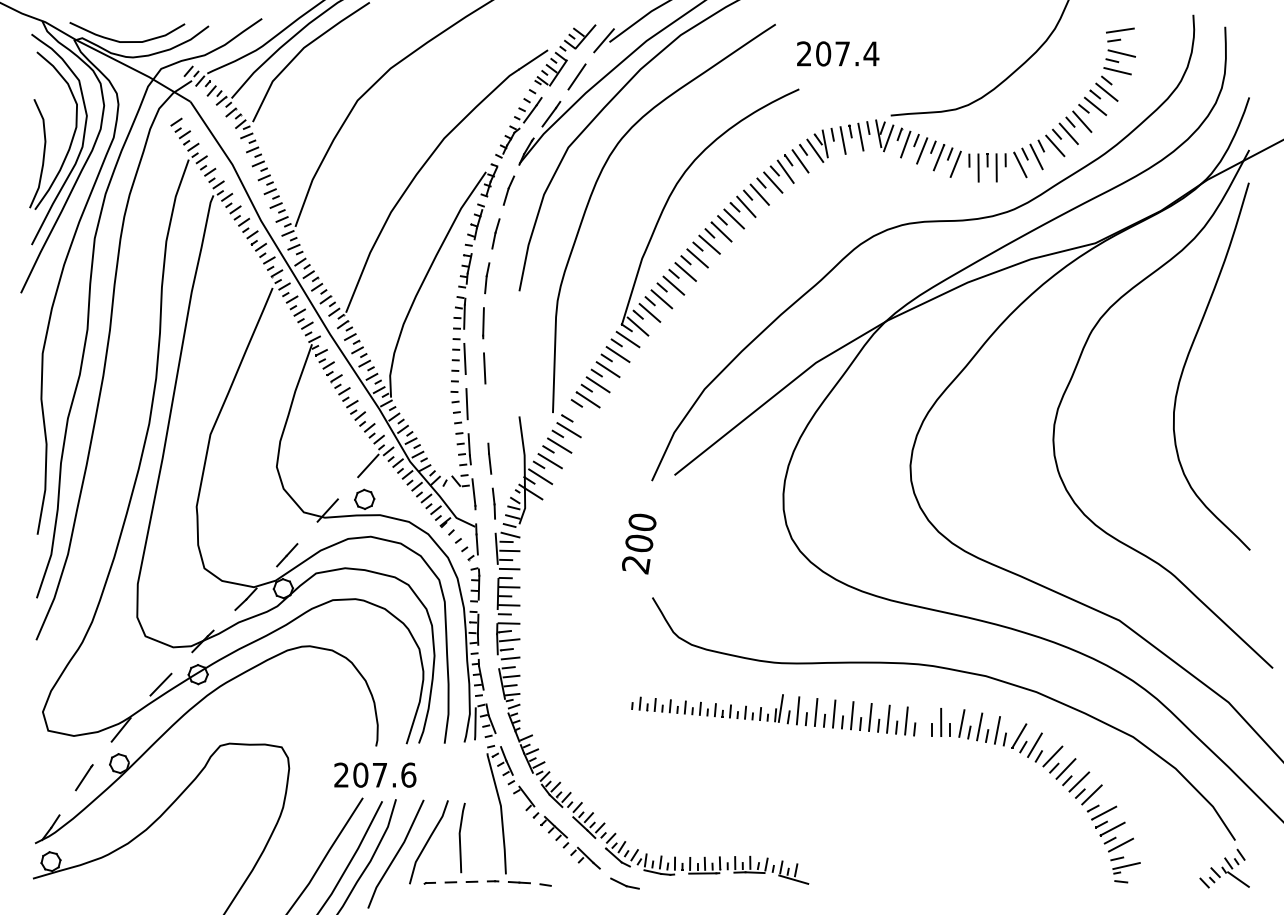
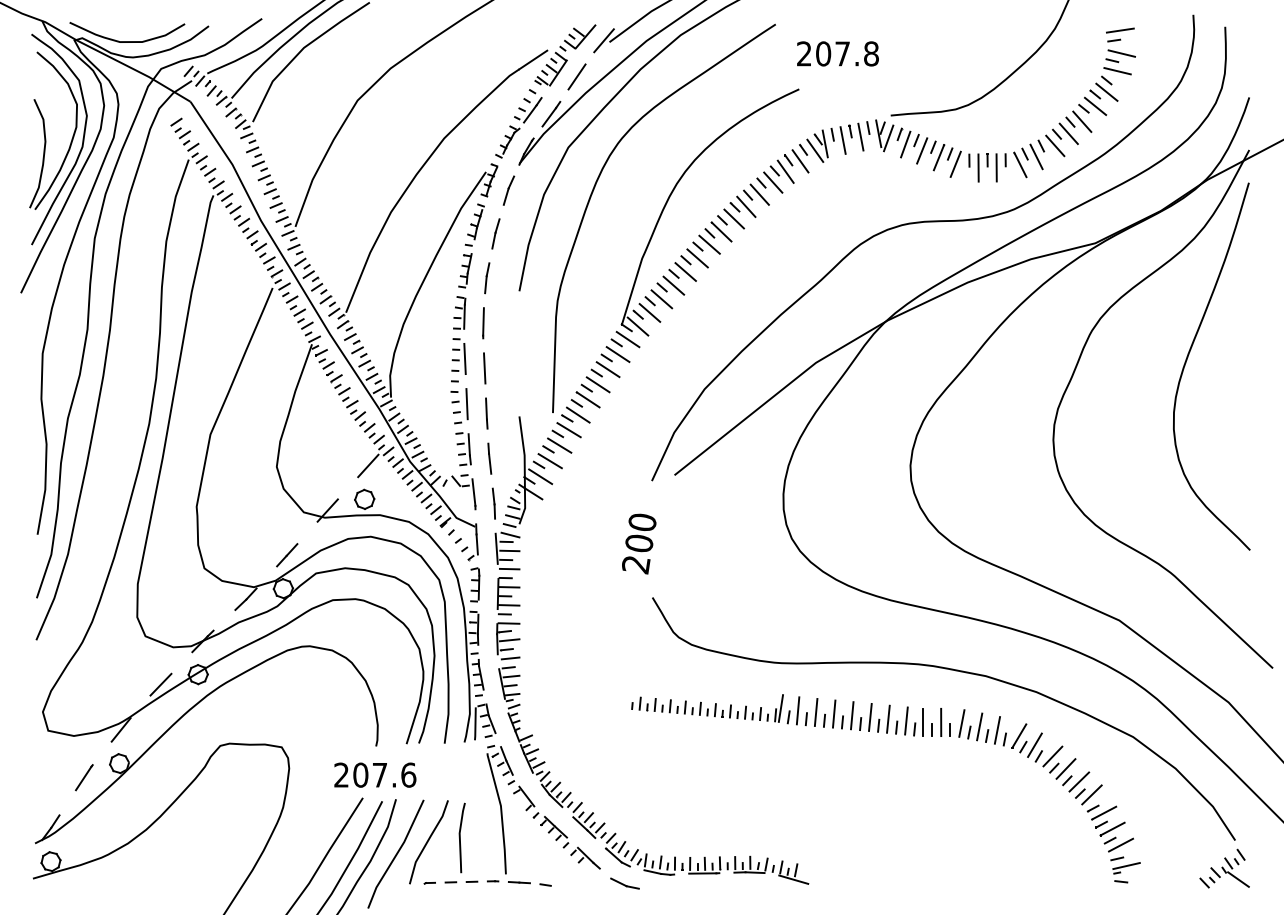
text at (871, 53): 207.4 -> 207.8
line at (486, 413): none -> present
line at (577, 414): none -> present
line at (923, 722): none -> present
